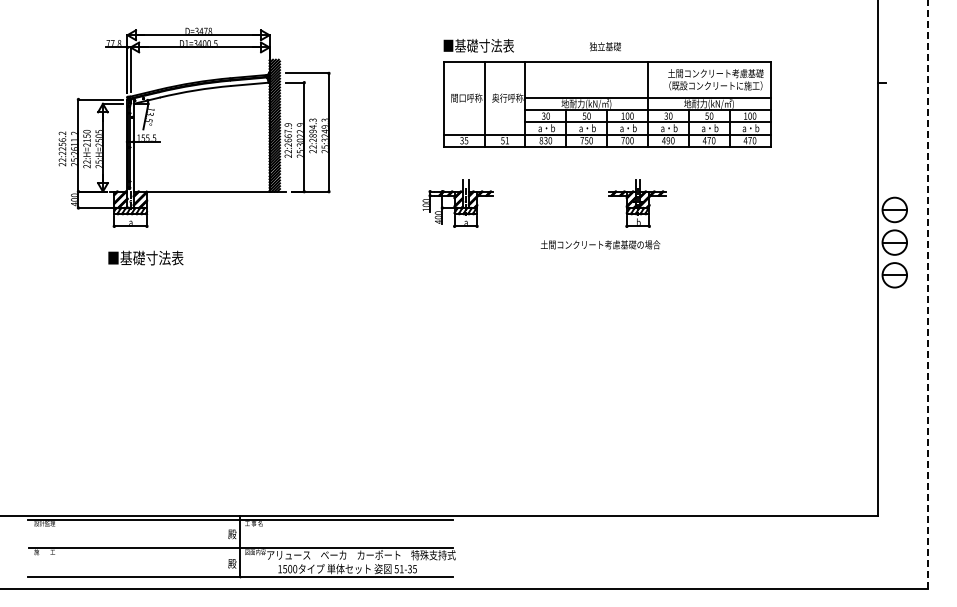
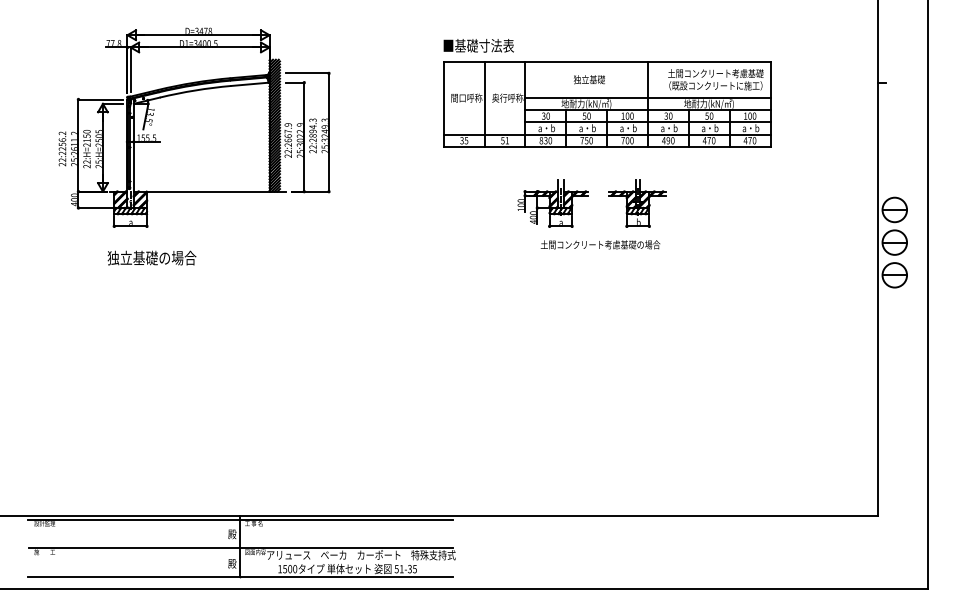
text at (604, 46) position: (604, 46) -> (588, 79)
part at (457, 203) position: (457, 203) -> (552, 203)
text at (151, 257): ■基礎寸法表 -> 独立基礎の場合
line at (928, 294): dashed -> solid
